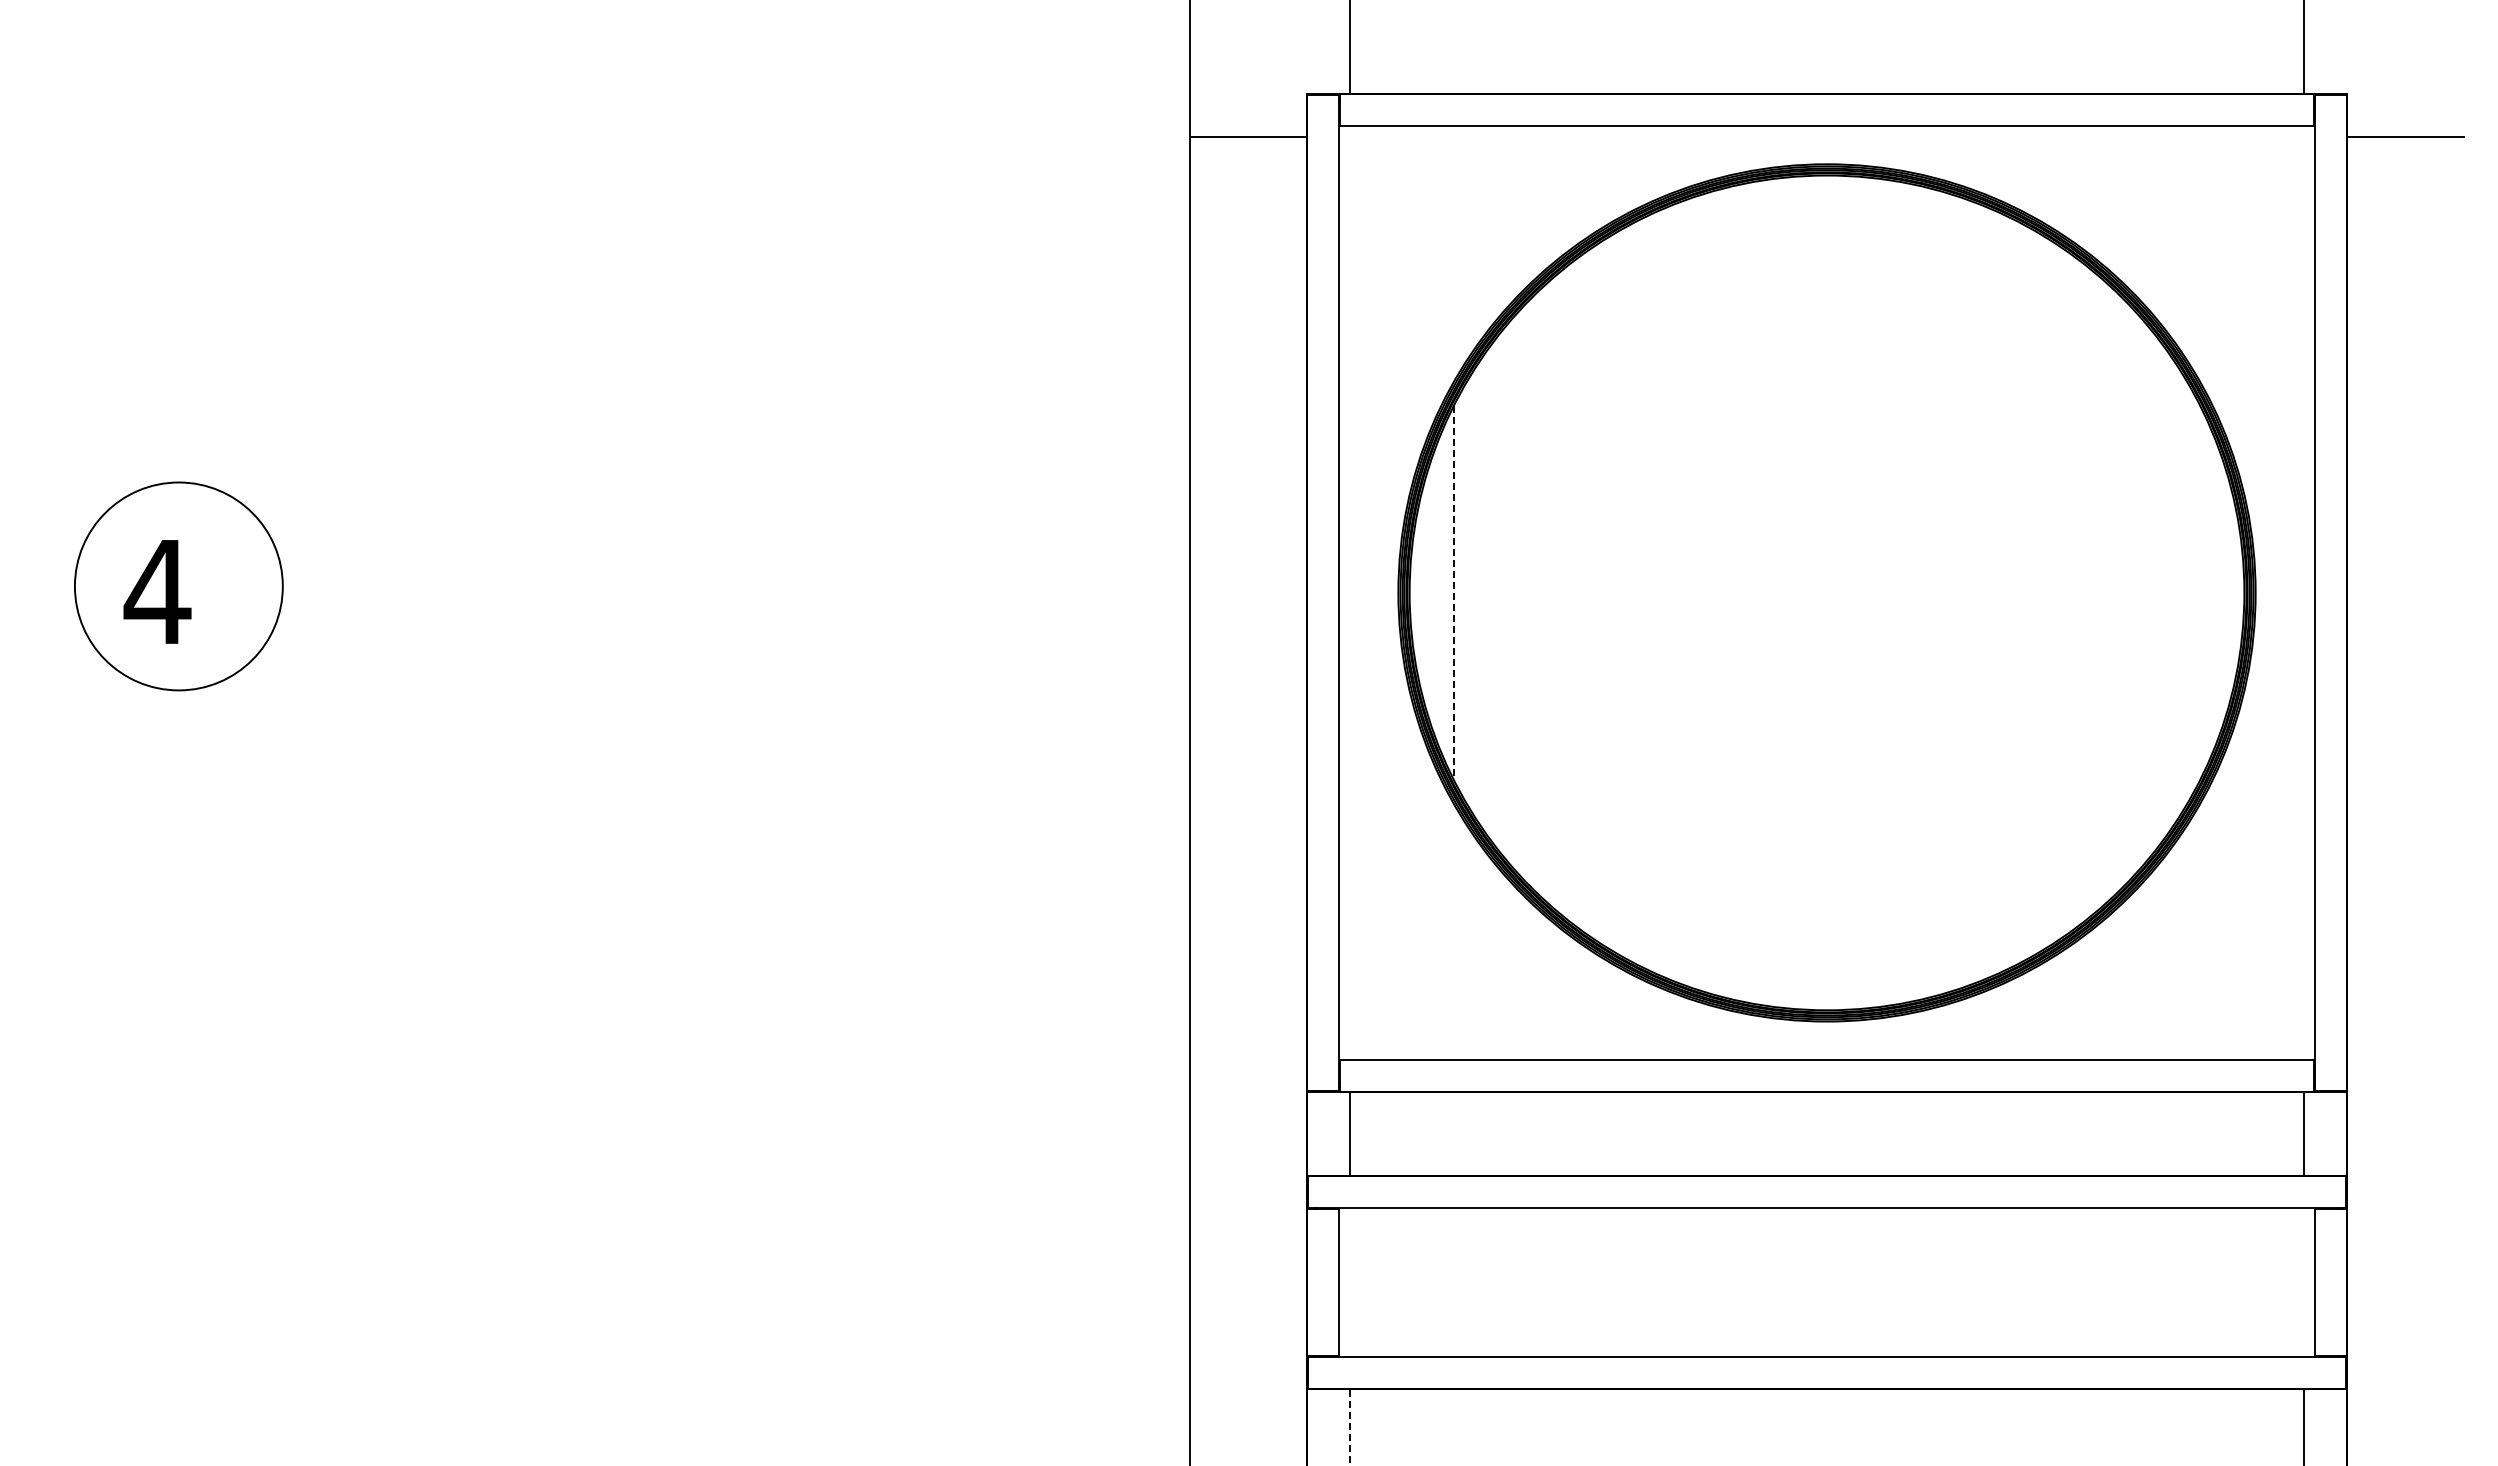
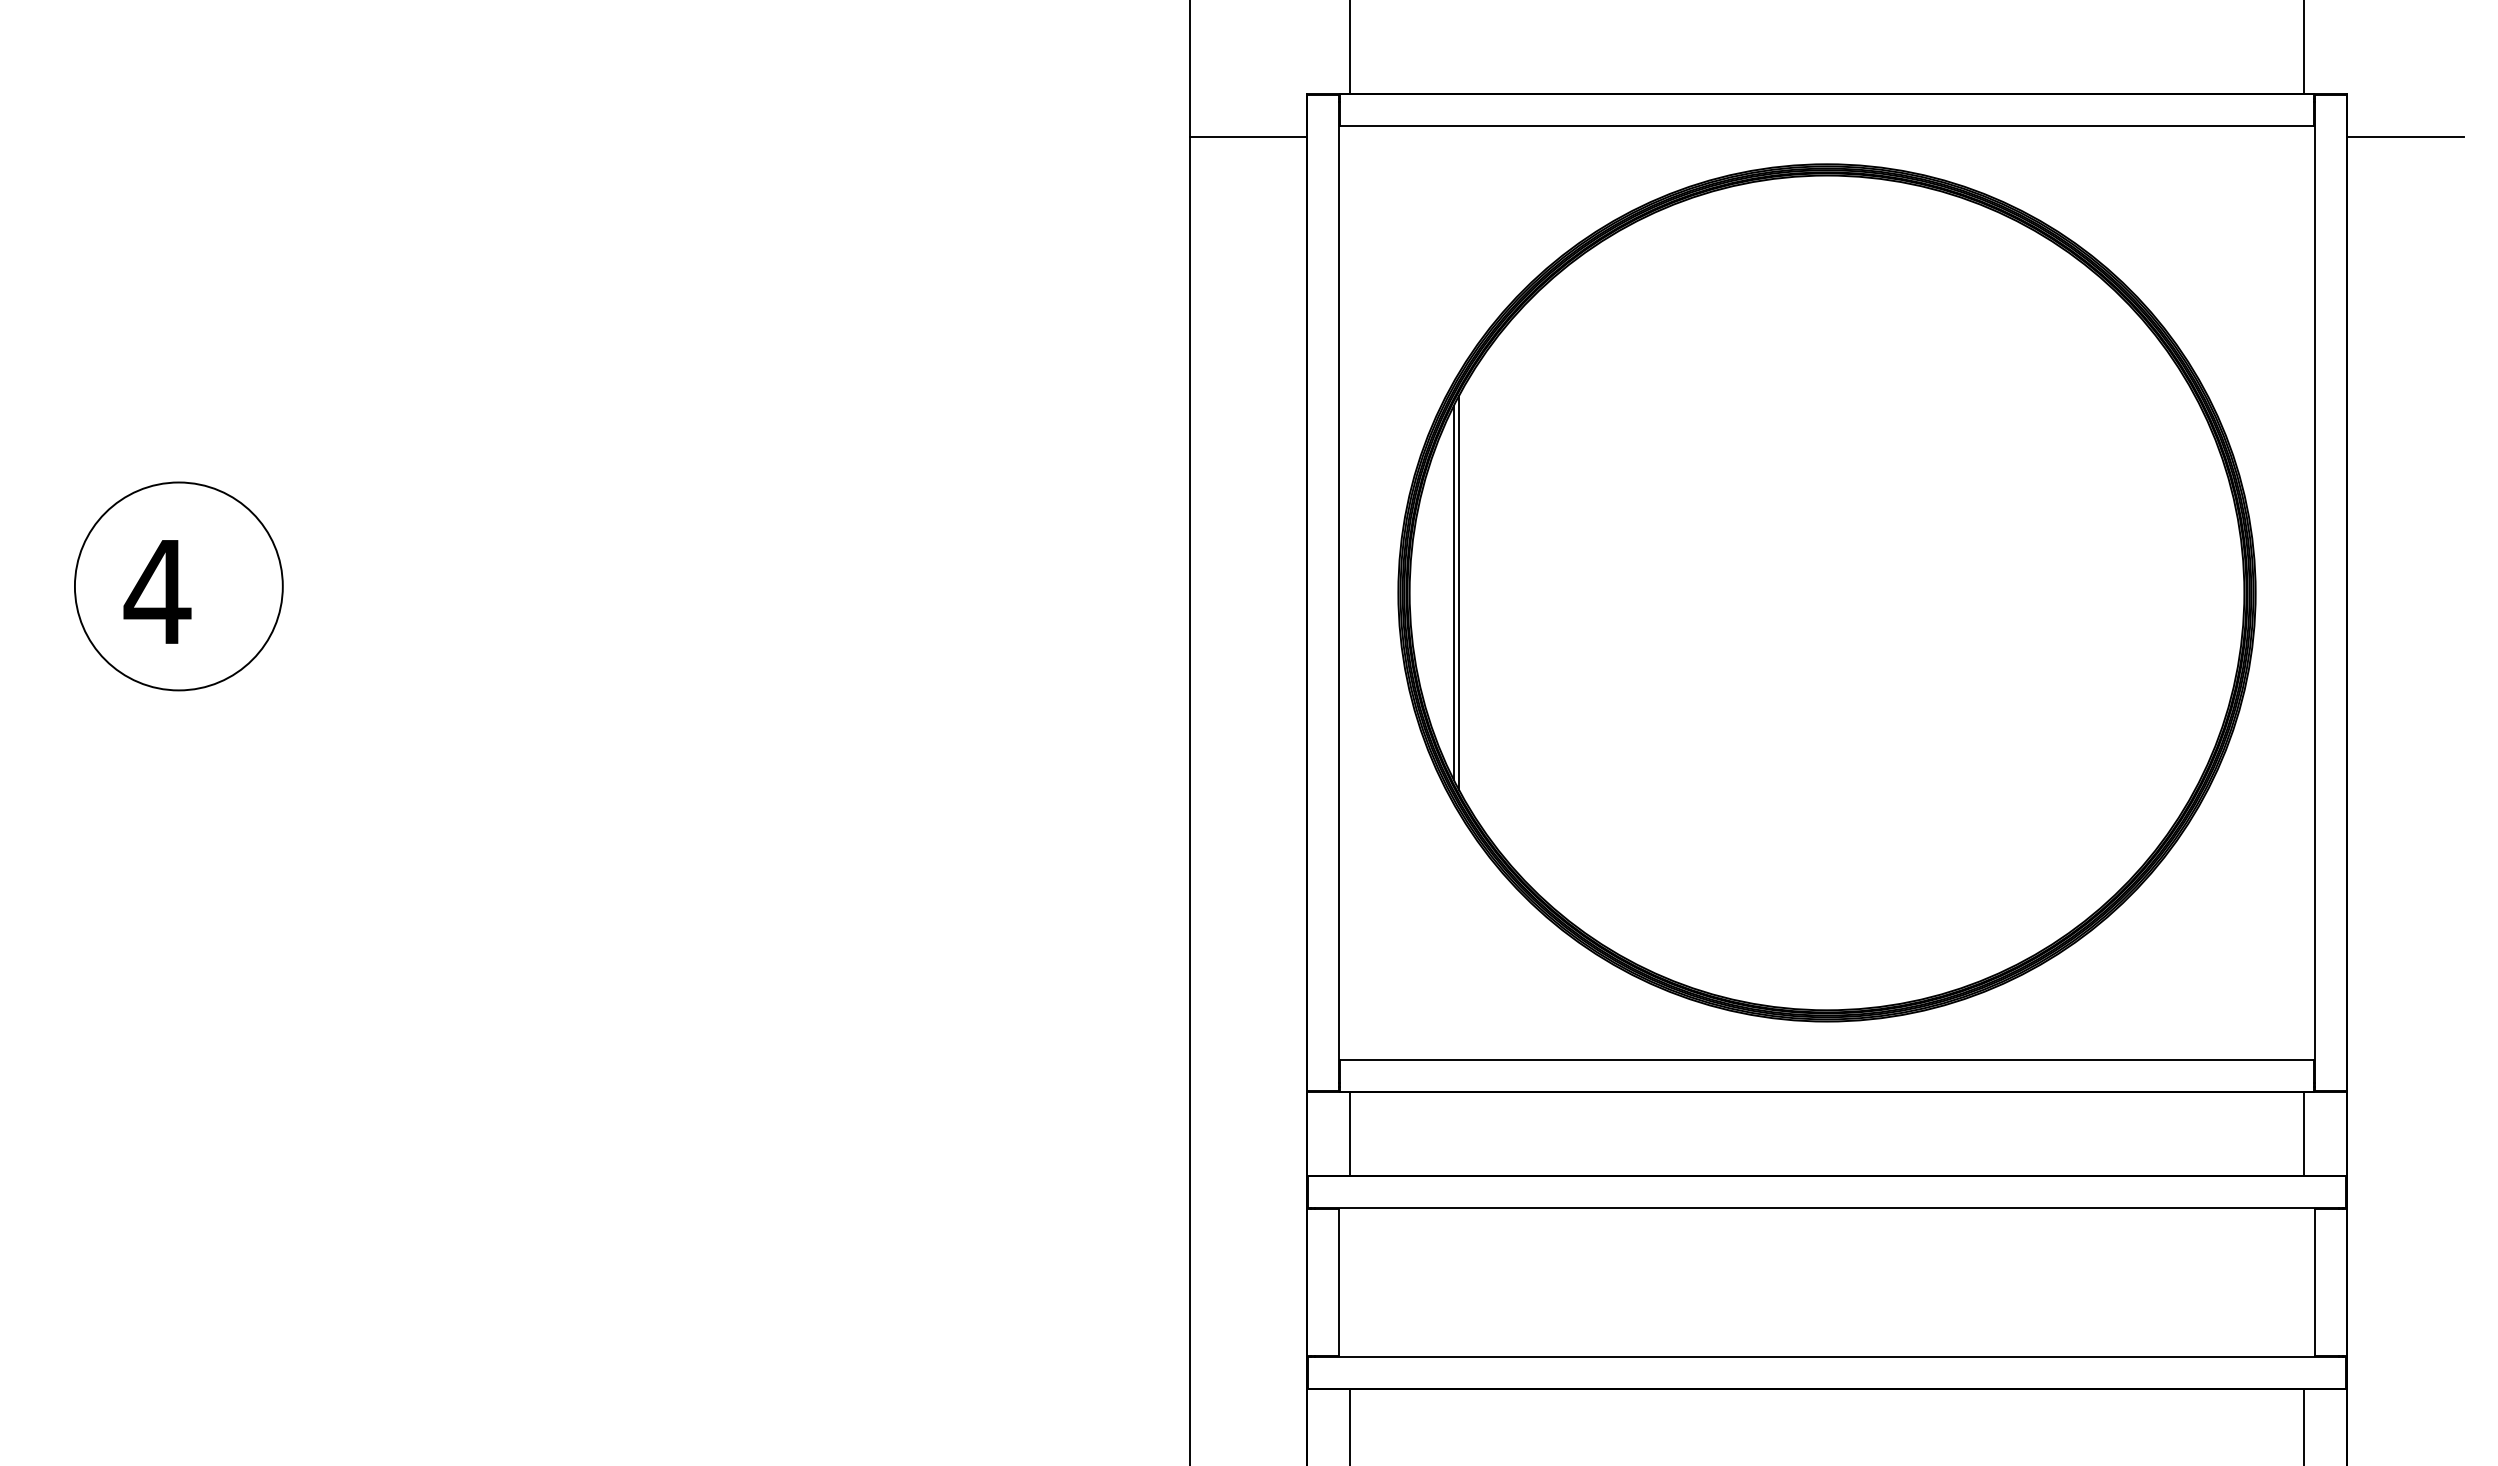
line at (1458, 592): none -> present
line at (1453, 593): dashed -> solid
line at (1349, 1426): dashed -> solid
